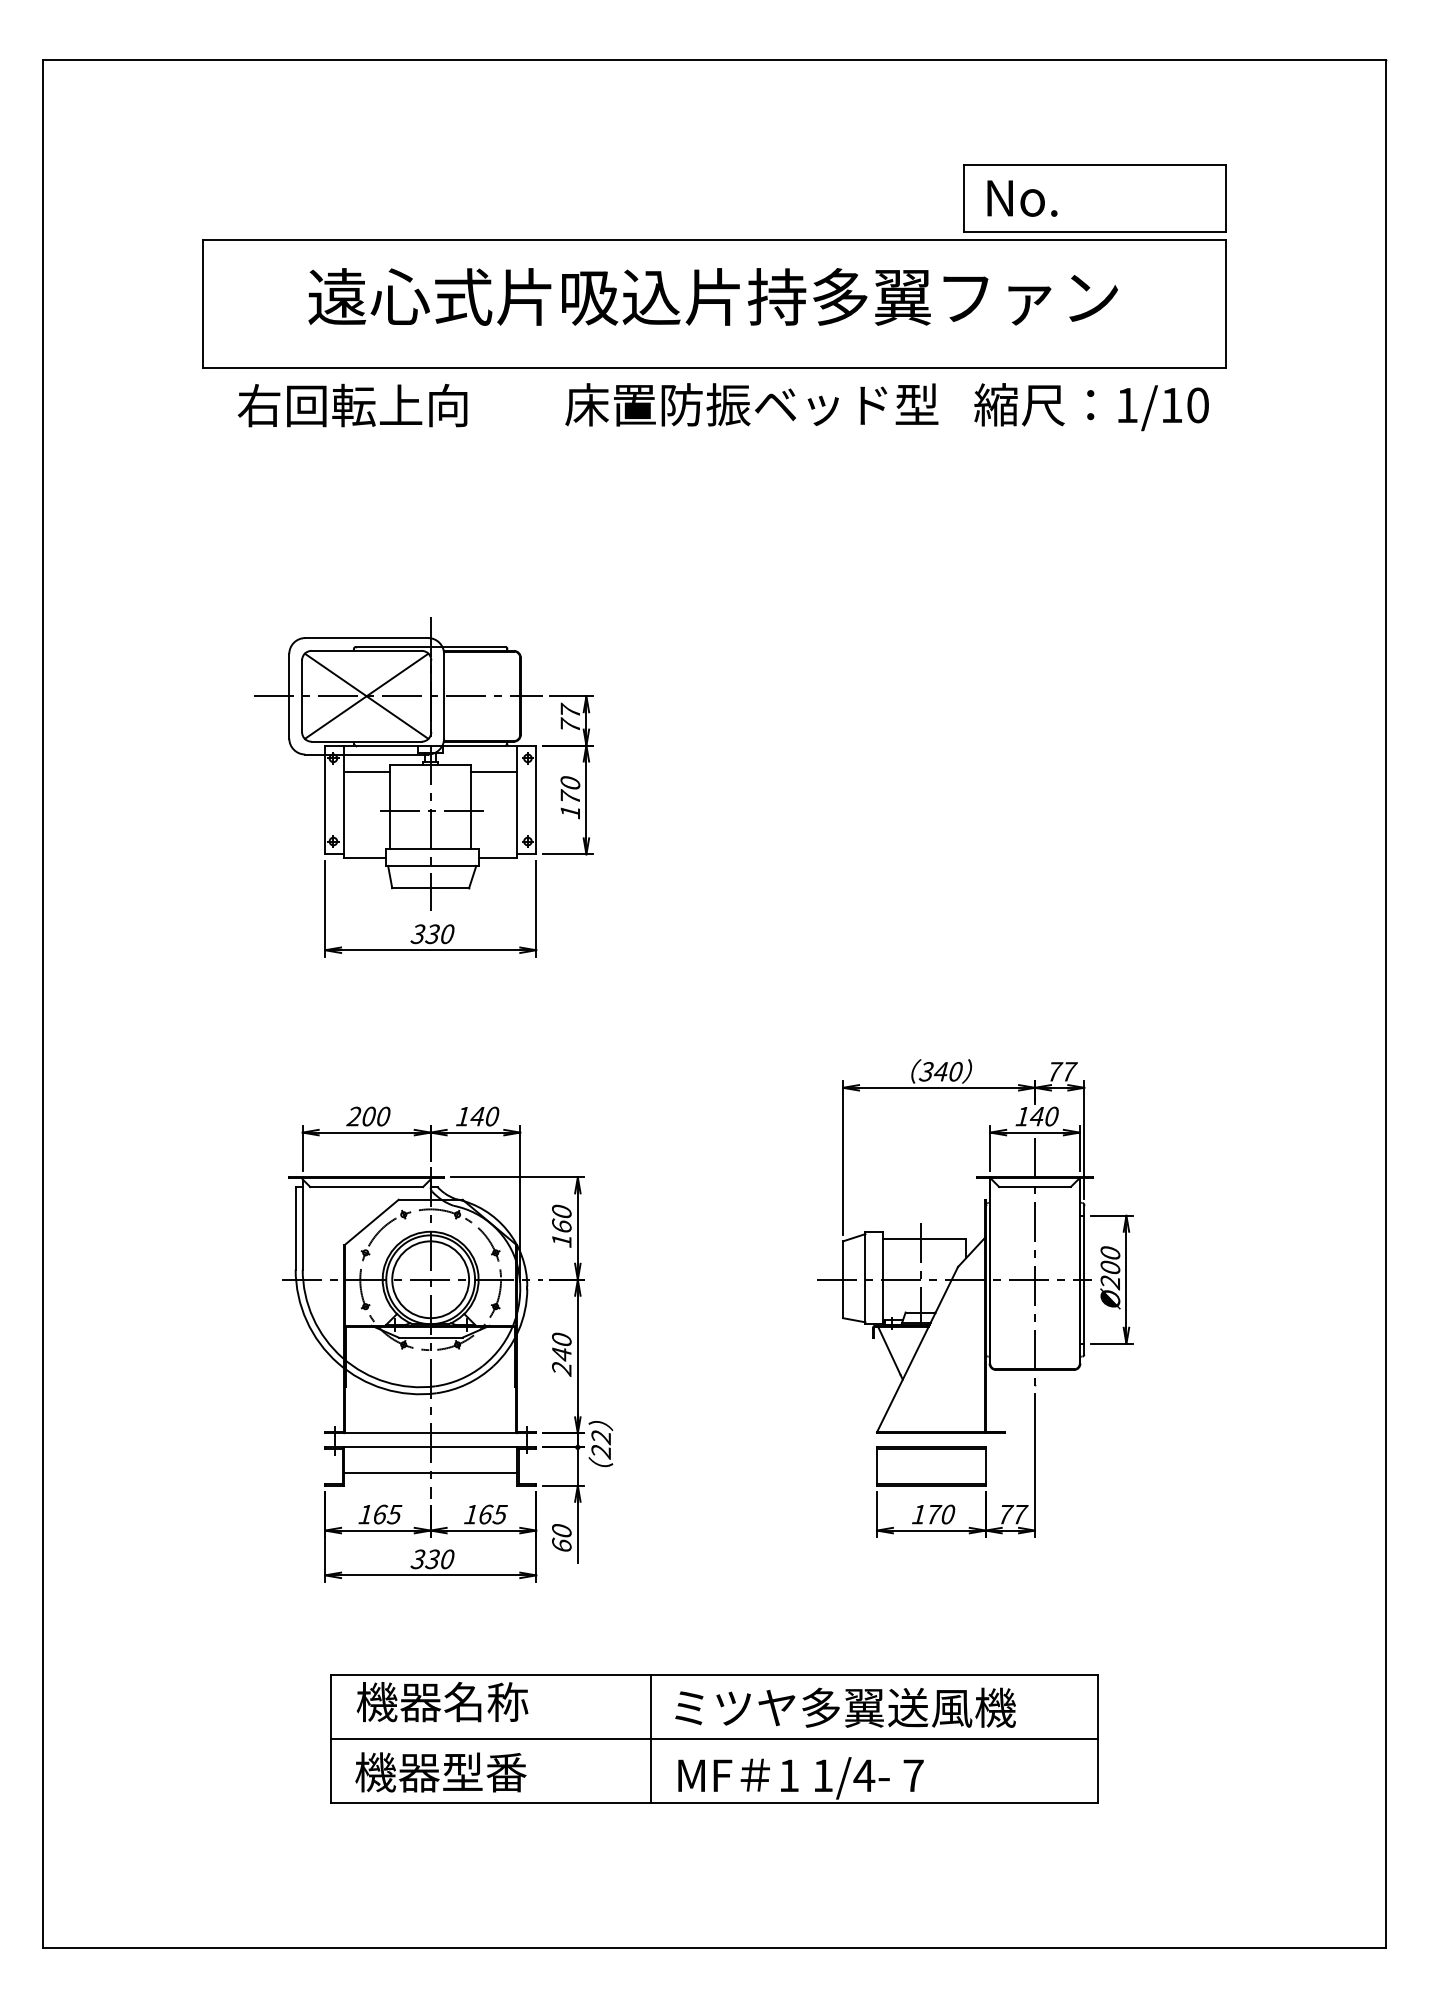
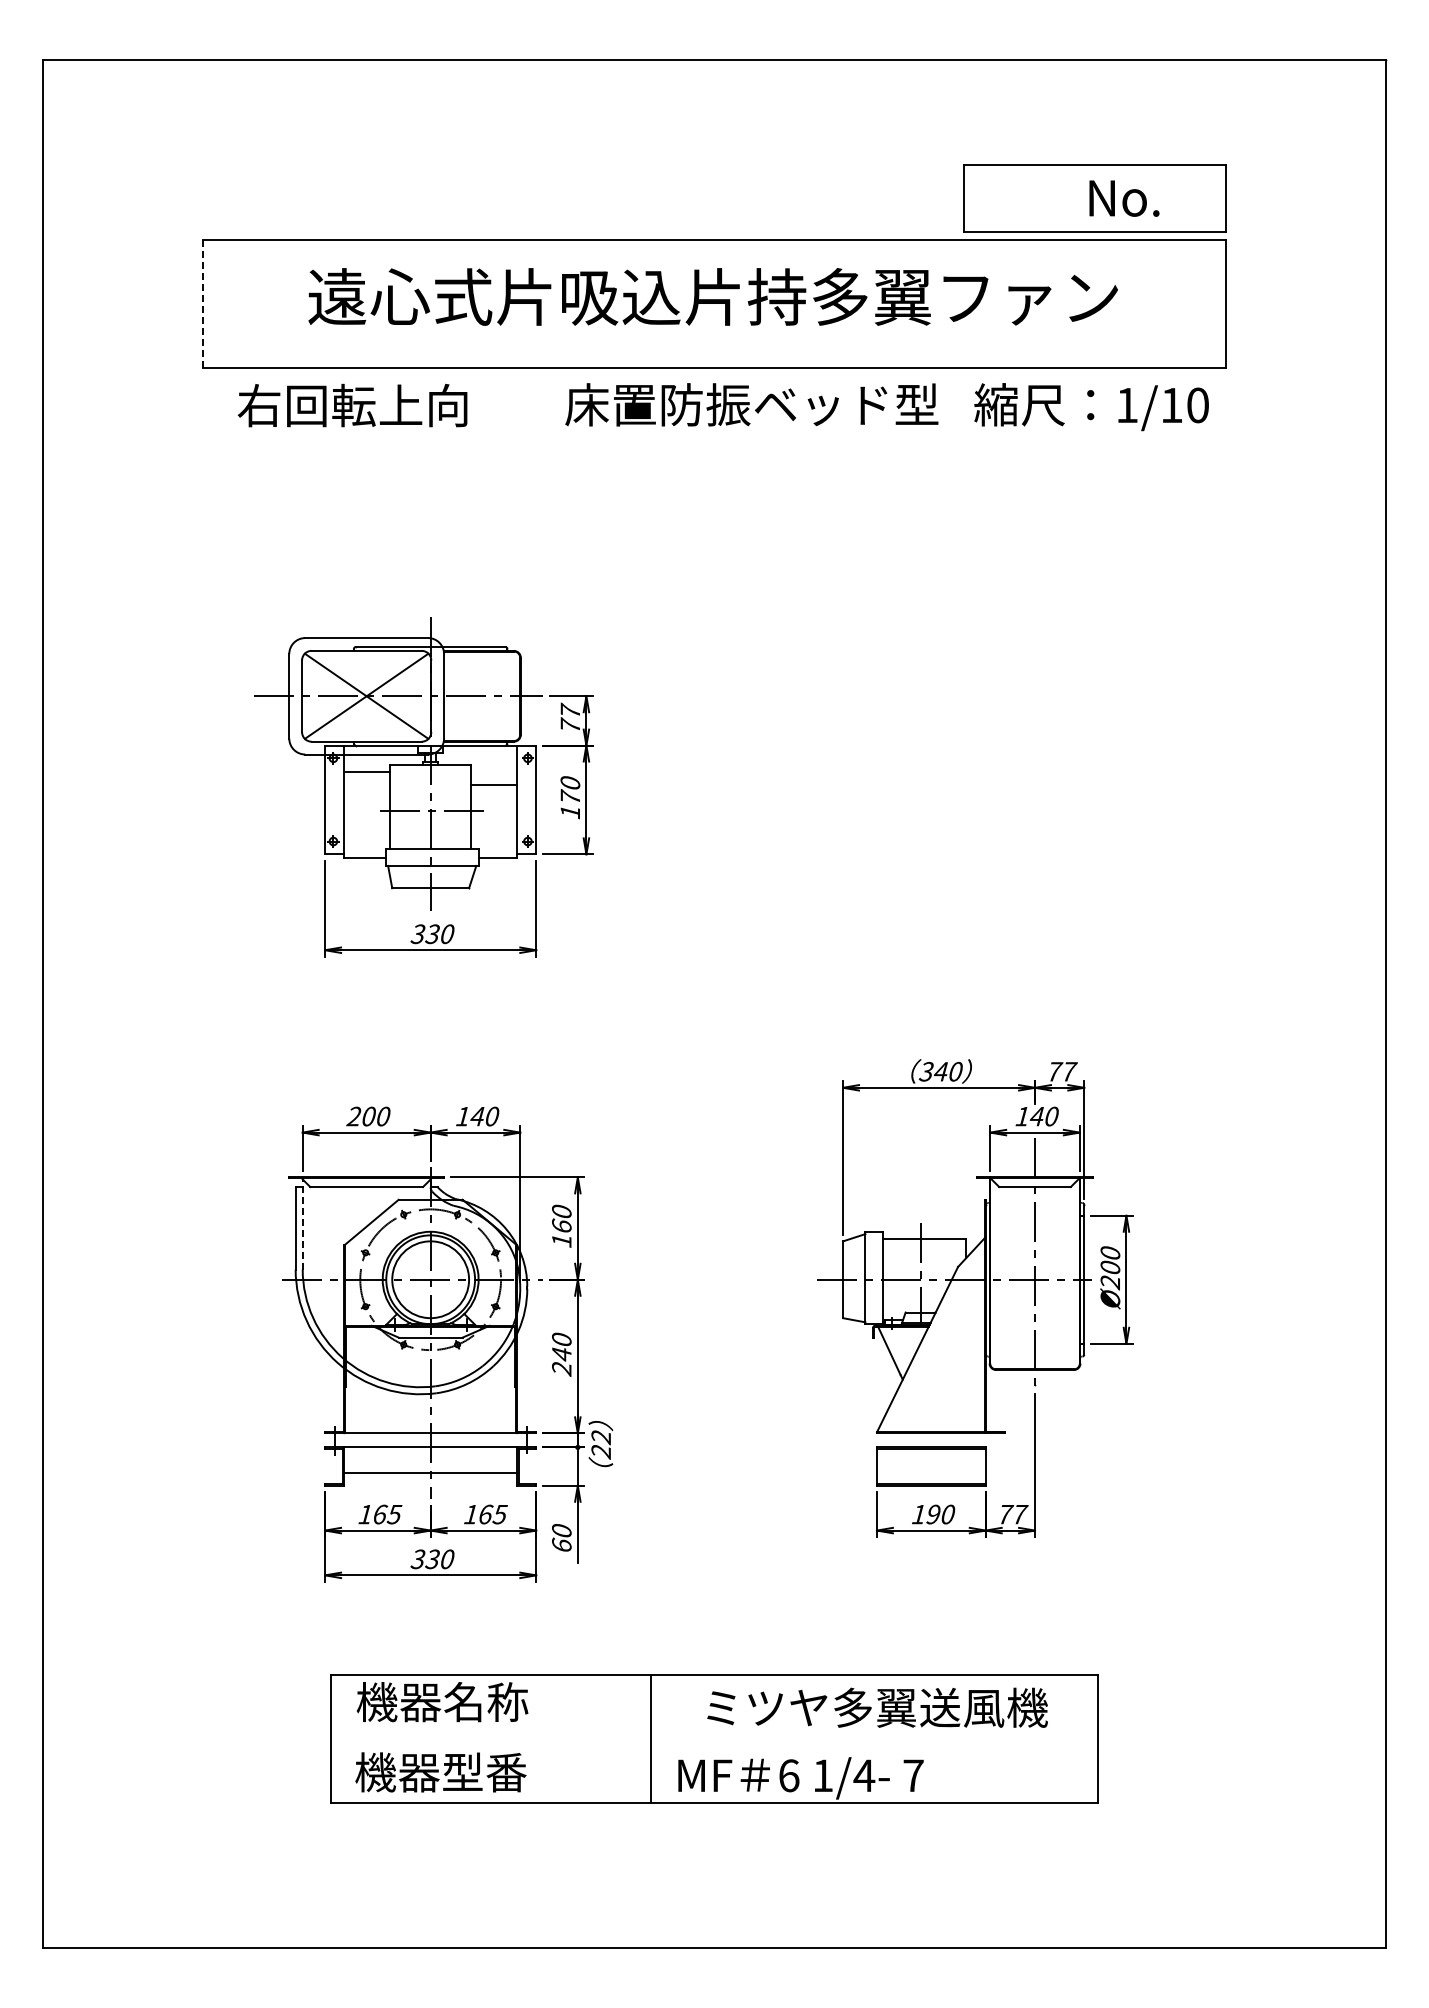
text at (1022, 198) position: (1022, 198) -> (1124, 198)
line at (202, 303): solid -> dashed
line at (494, 771) position: (494, 771) -> (494, 784)
line at (302, 1222): solid -> dashed
text at (934, 1514): 170 -> 190
text at (845, 1707) position: (845, 1707) -> (877, 1707)
line at (714, 1738): present -> none
text at (789, 1775): 1 -> 6
